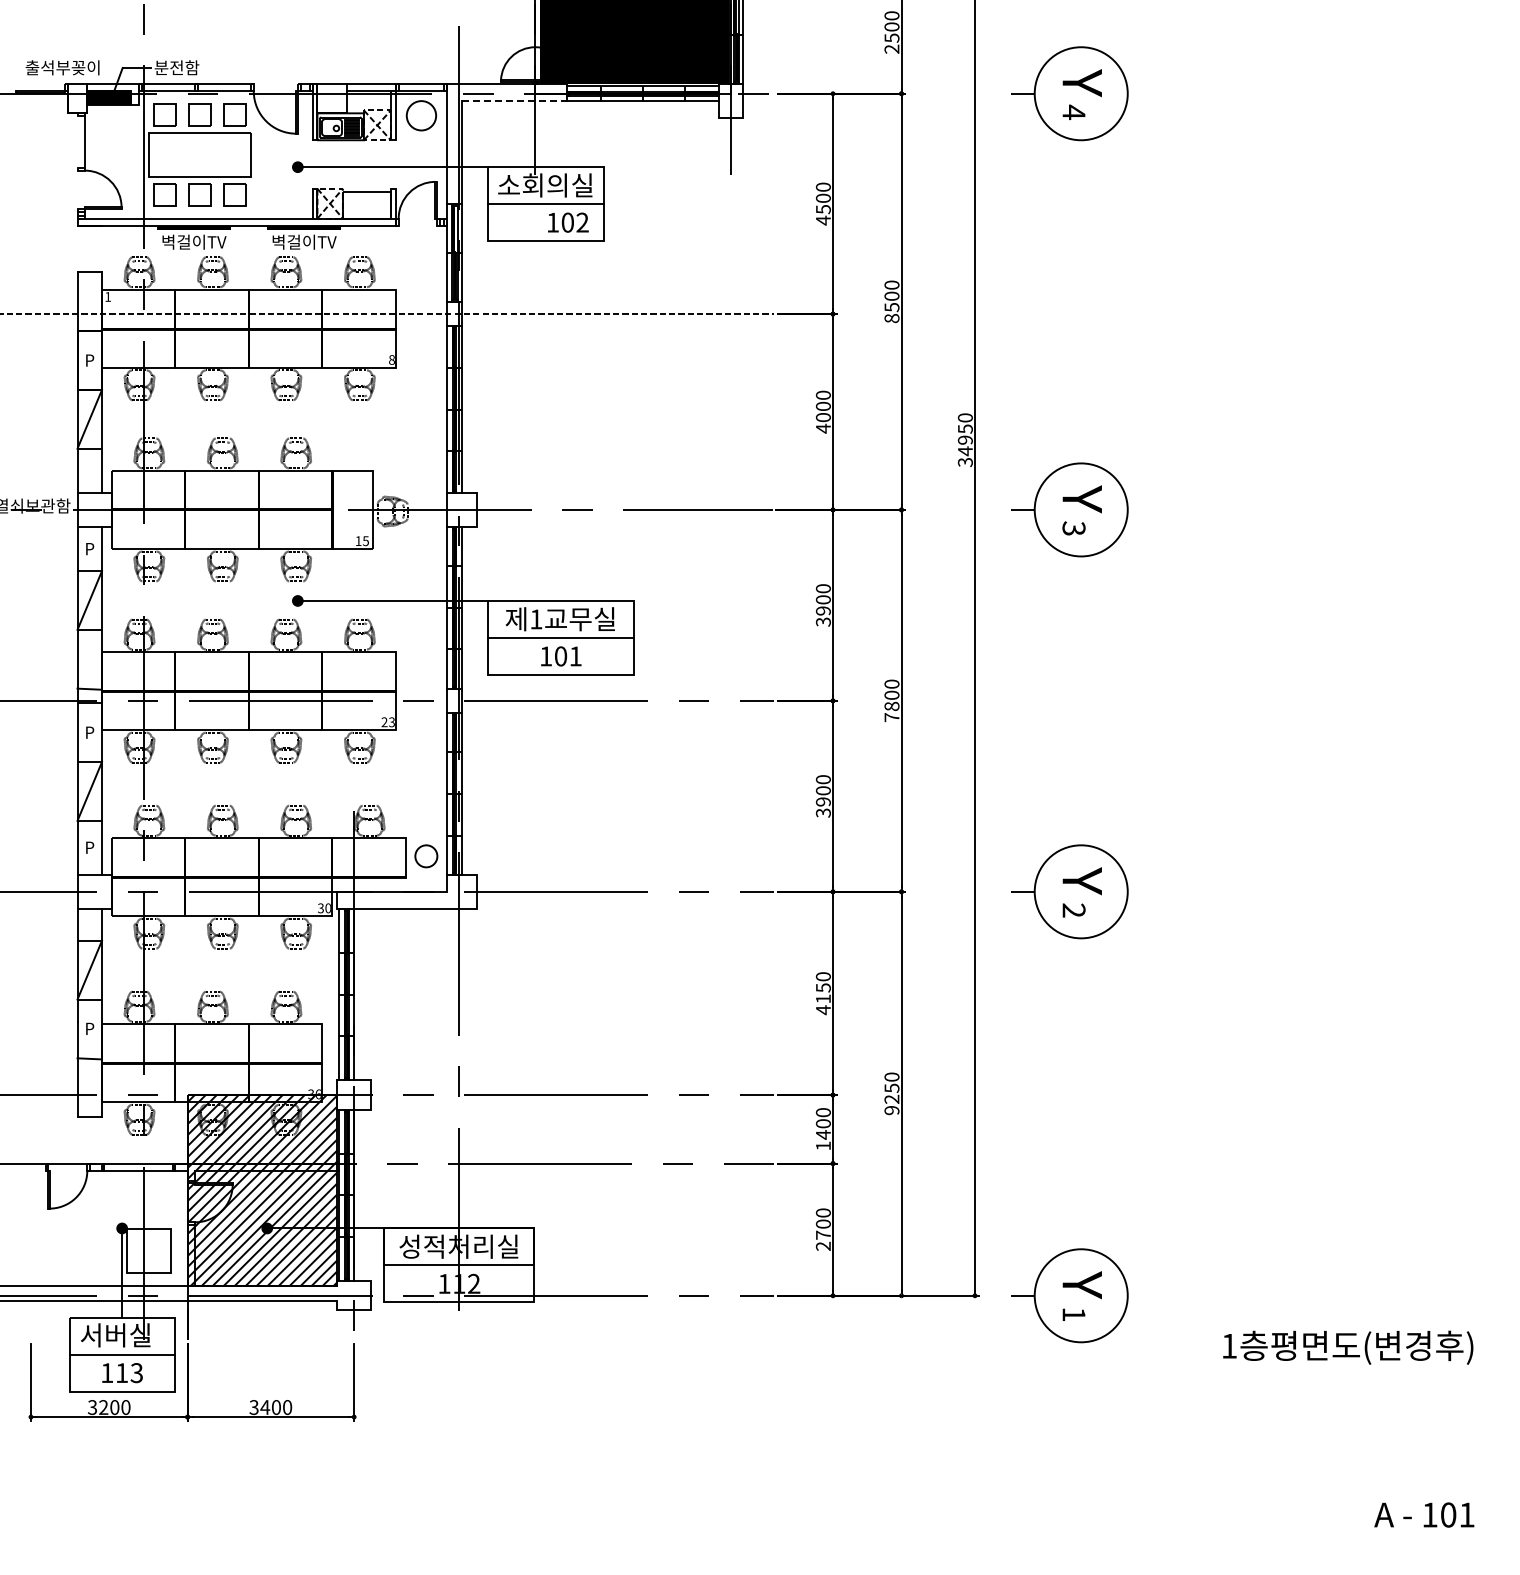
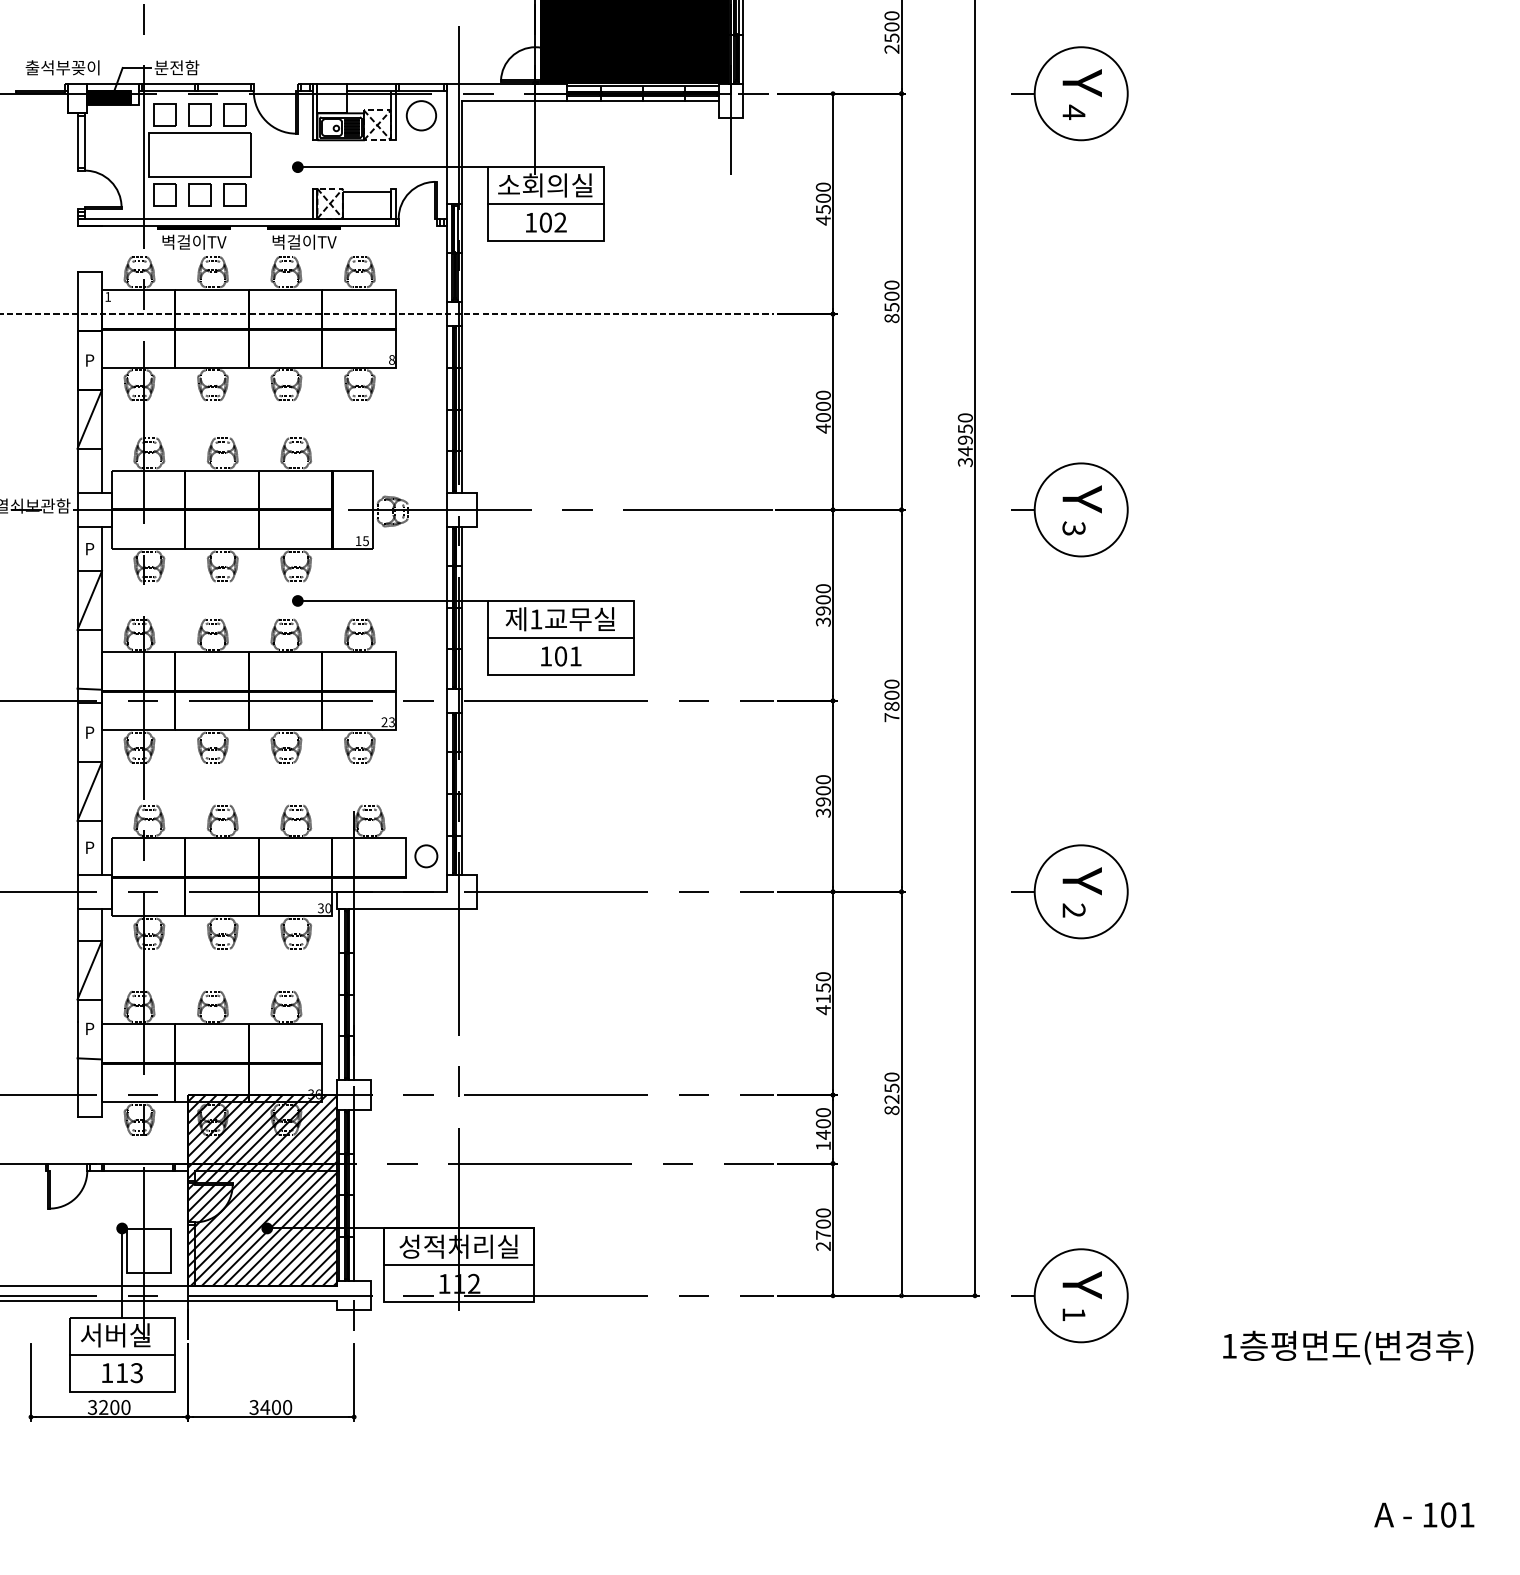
line at (514, 101): dashed -> solid
line at (77, 141): none -> present
text at (568, 222) position: (568, 222) -> (546, 222)
text at (891, 1110): 9250 -> 8250
